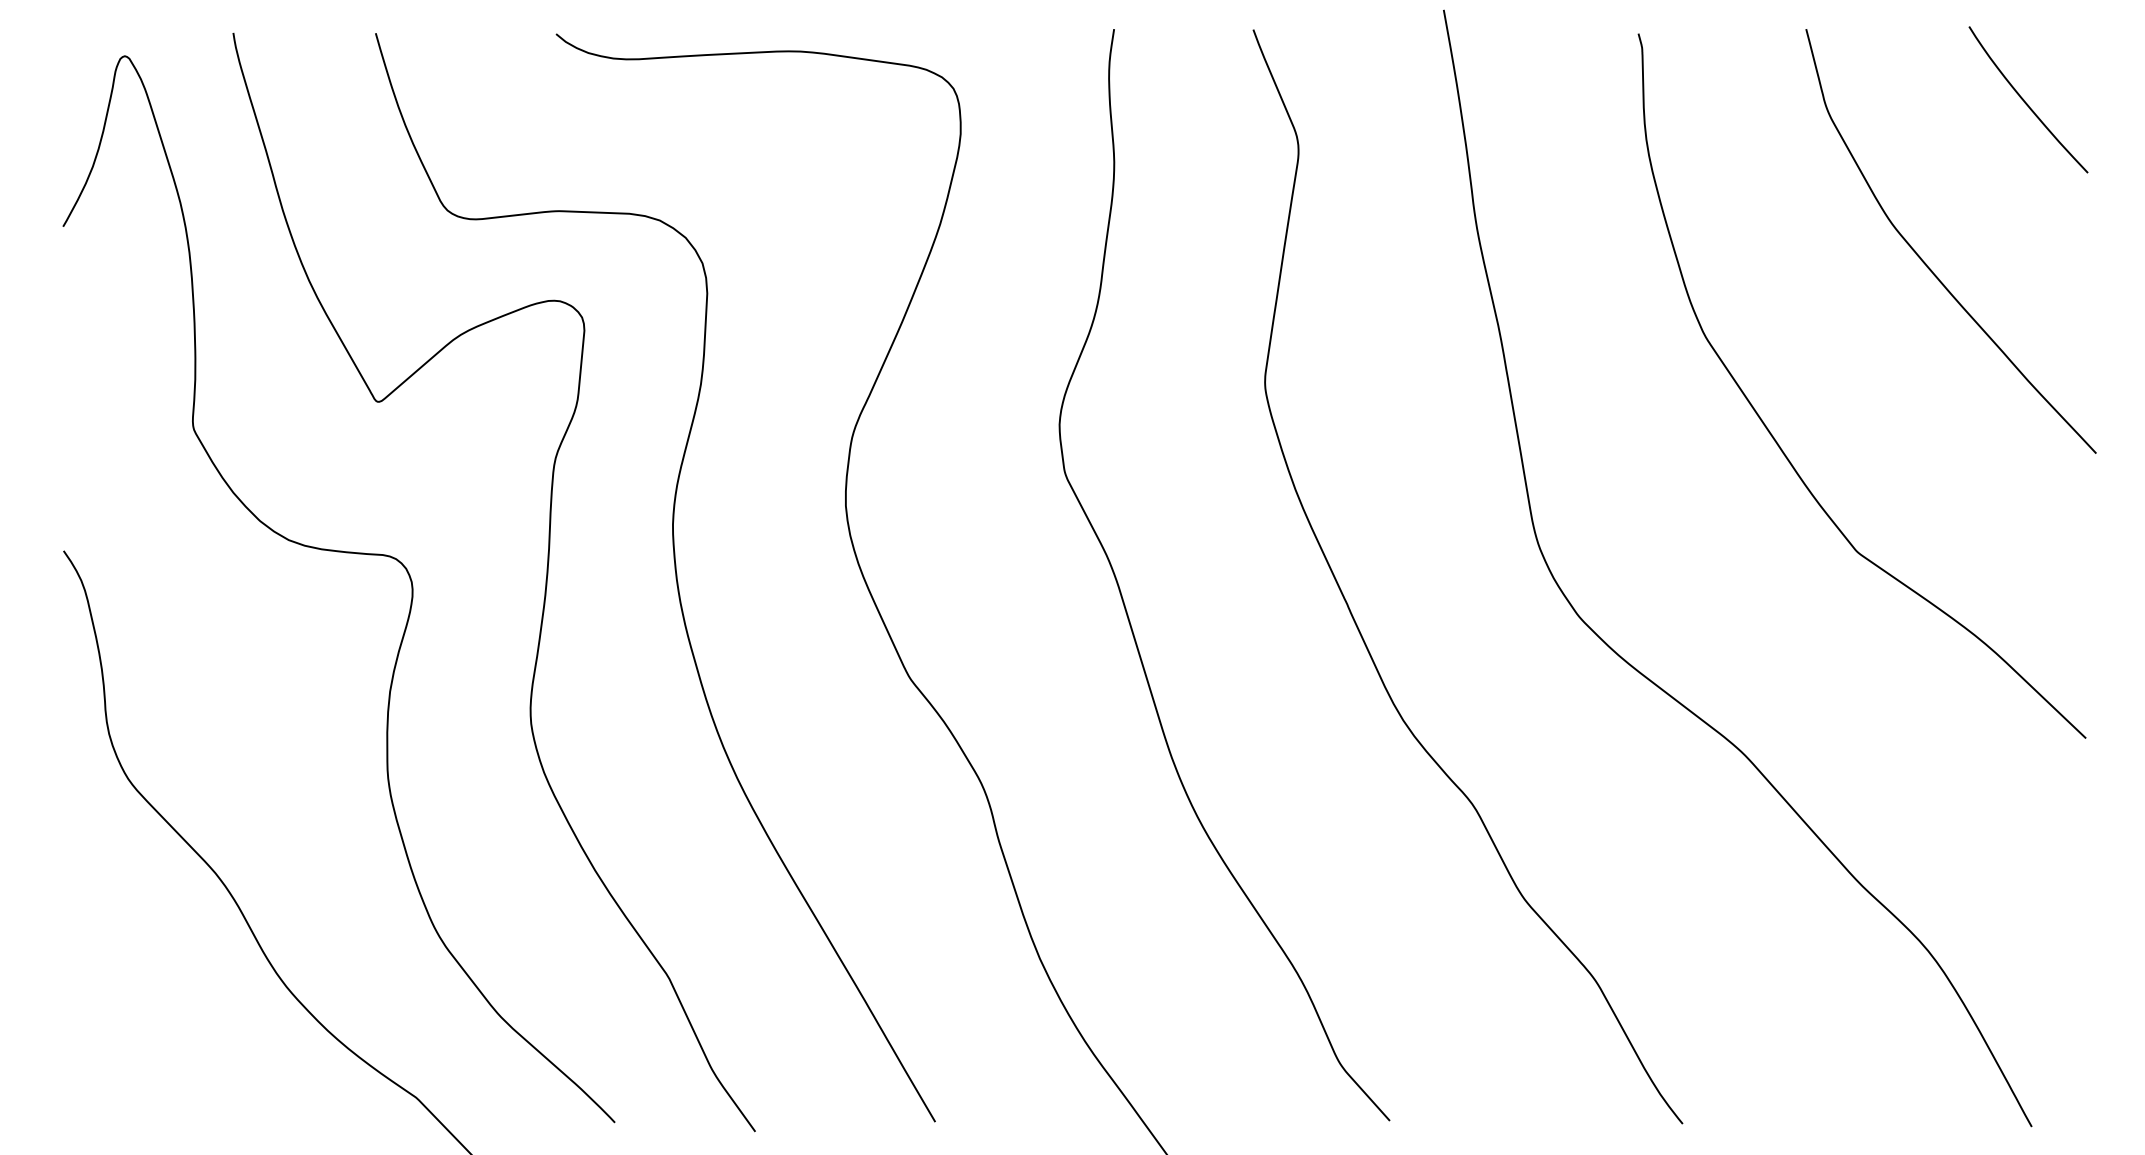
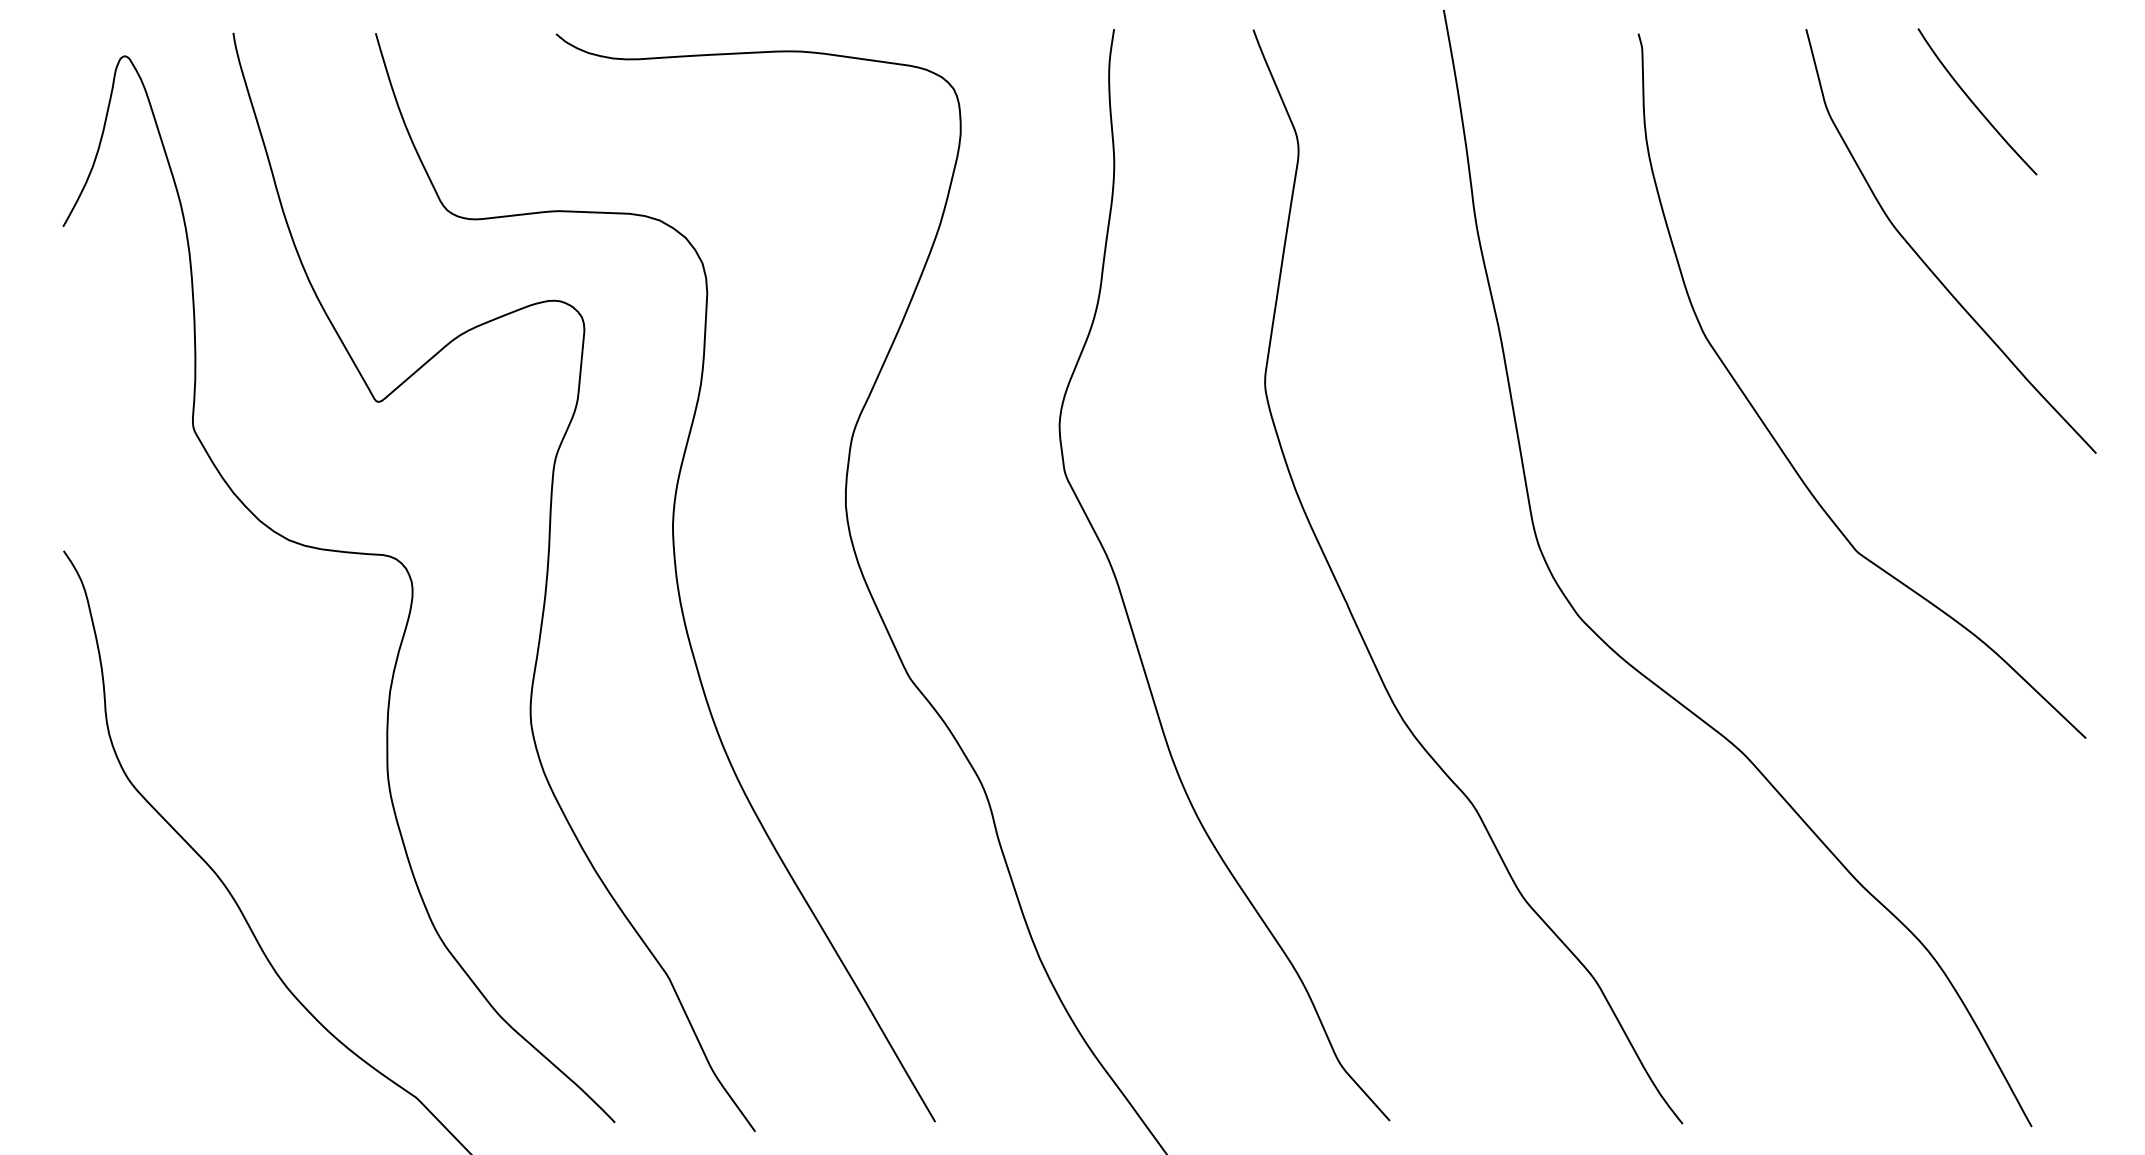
curve at (2025, 101) position: (2025, 101) -> (1974, 103)
